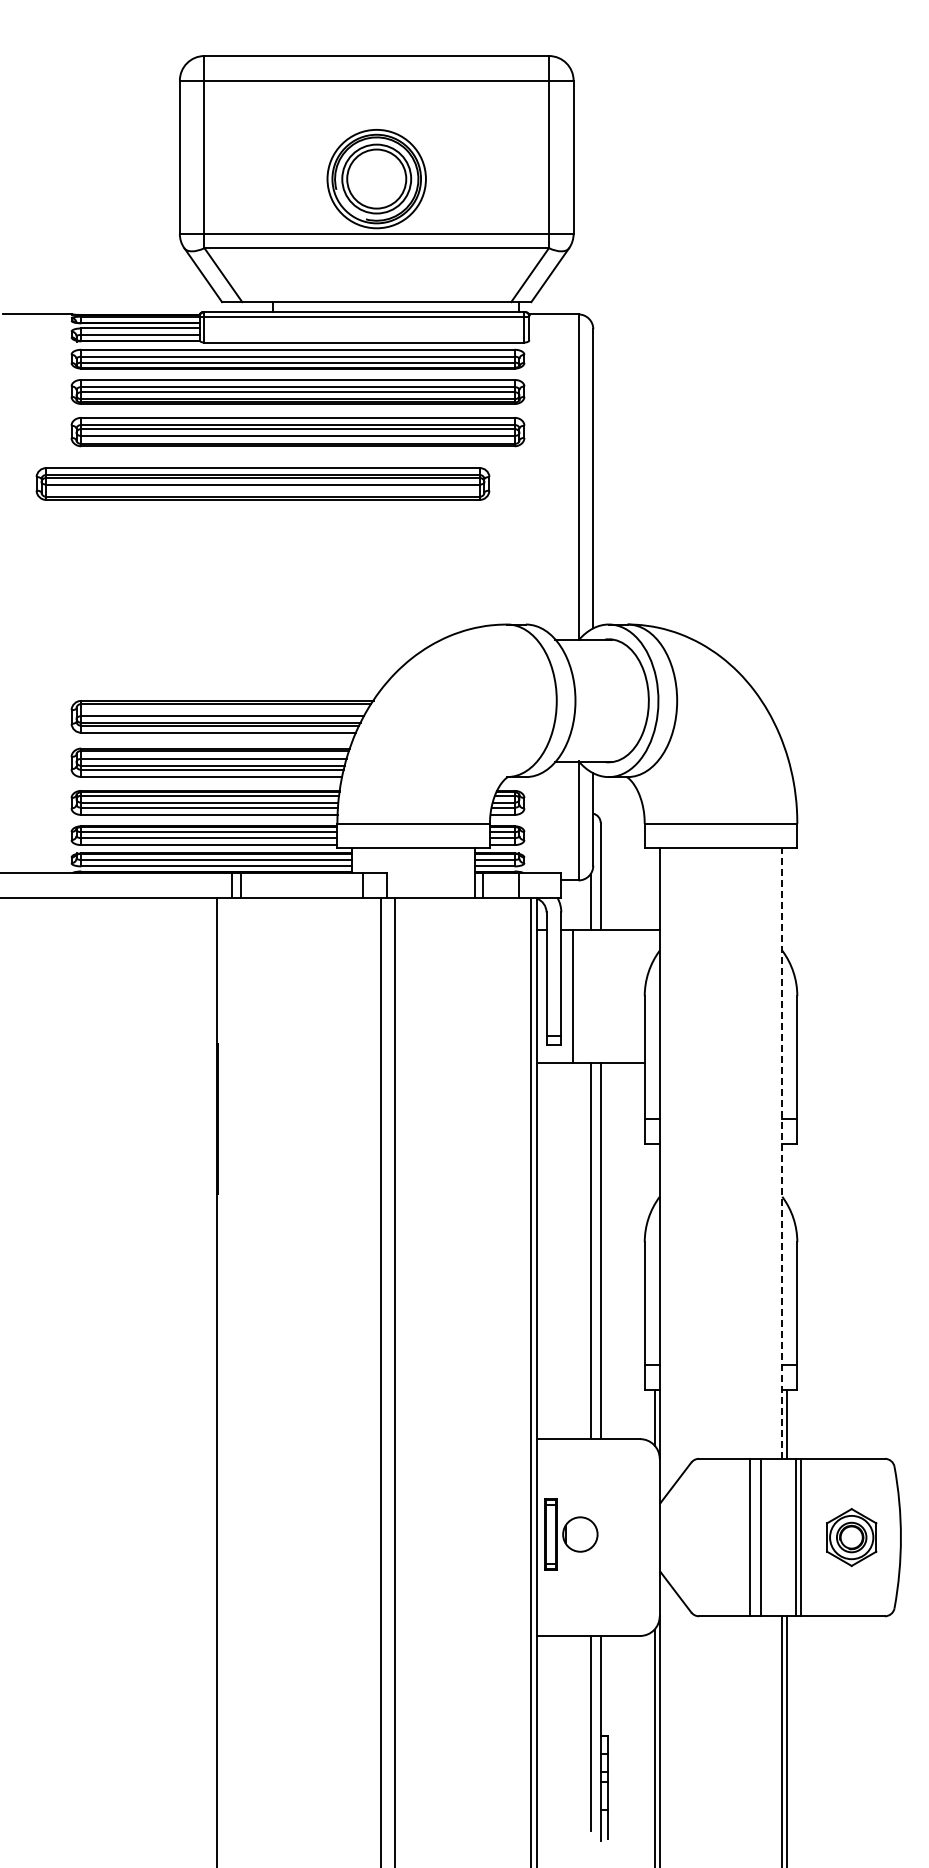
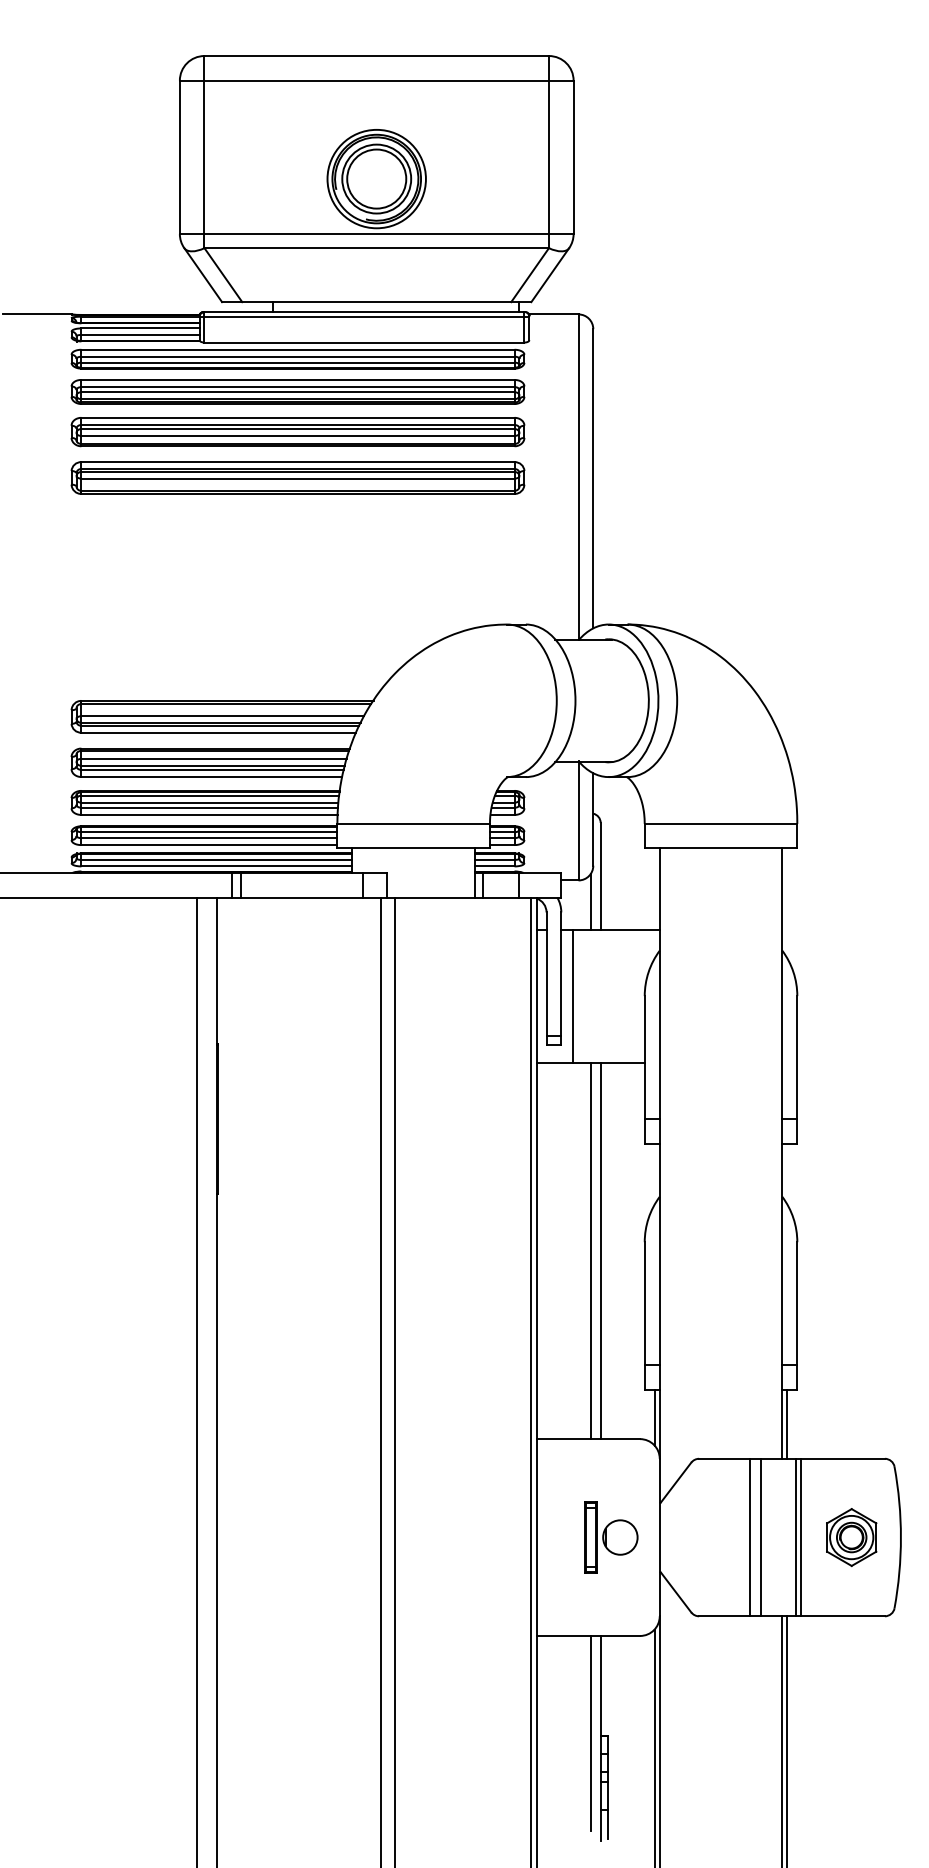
part at (262, 483) position: (262, 483) -> (297, 477)
line at (782, 1153): dashed -> solid
line at (197, 1380): none -> present
part at (571, 1534) position: (571, 1534) -> (611, 1537)
